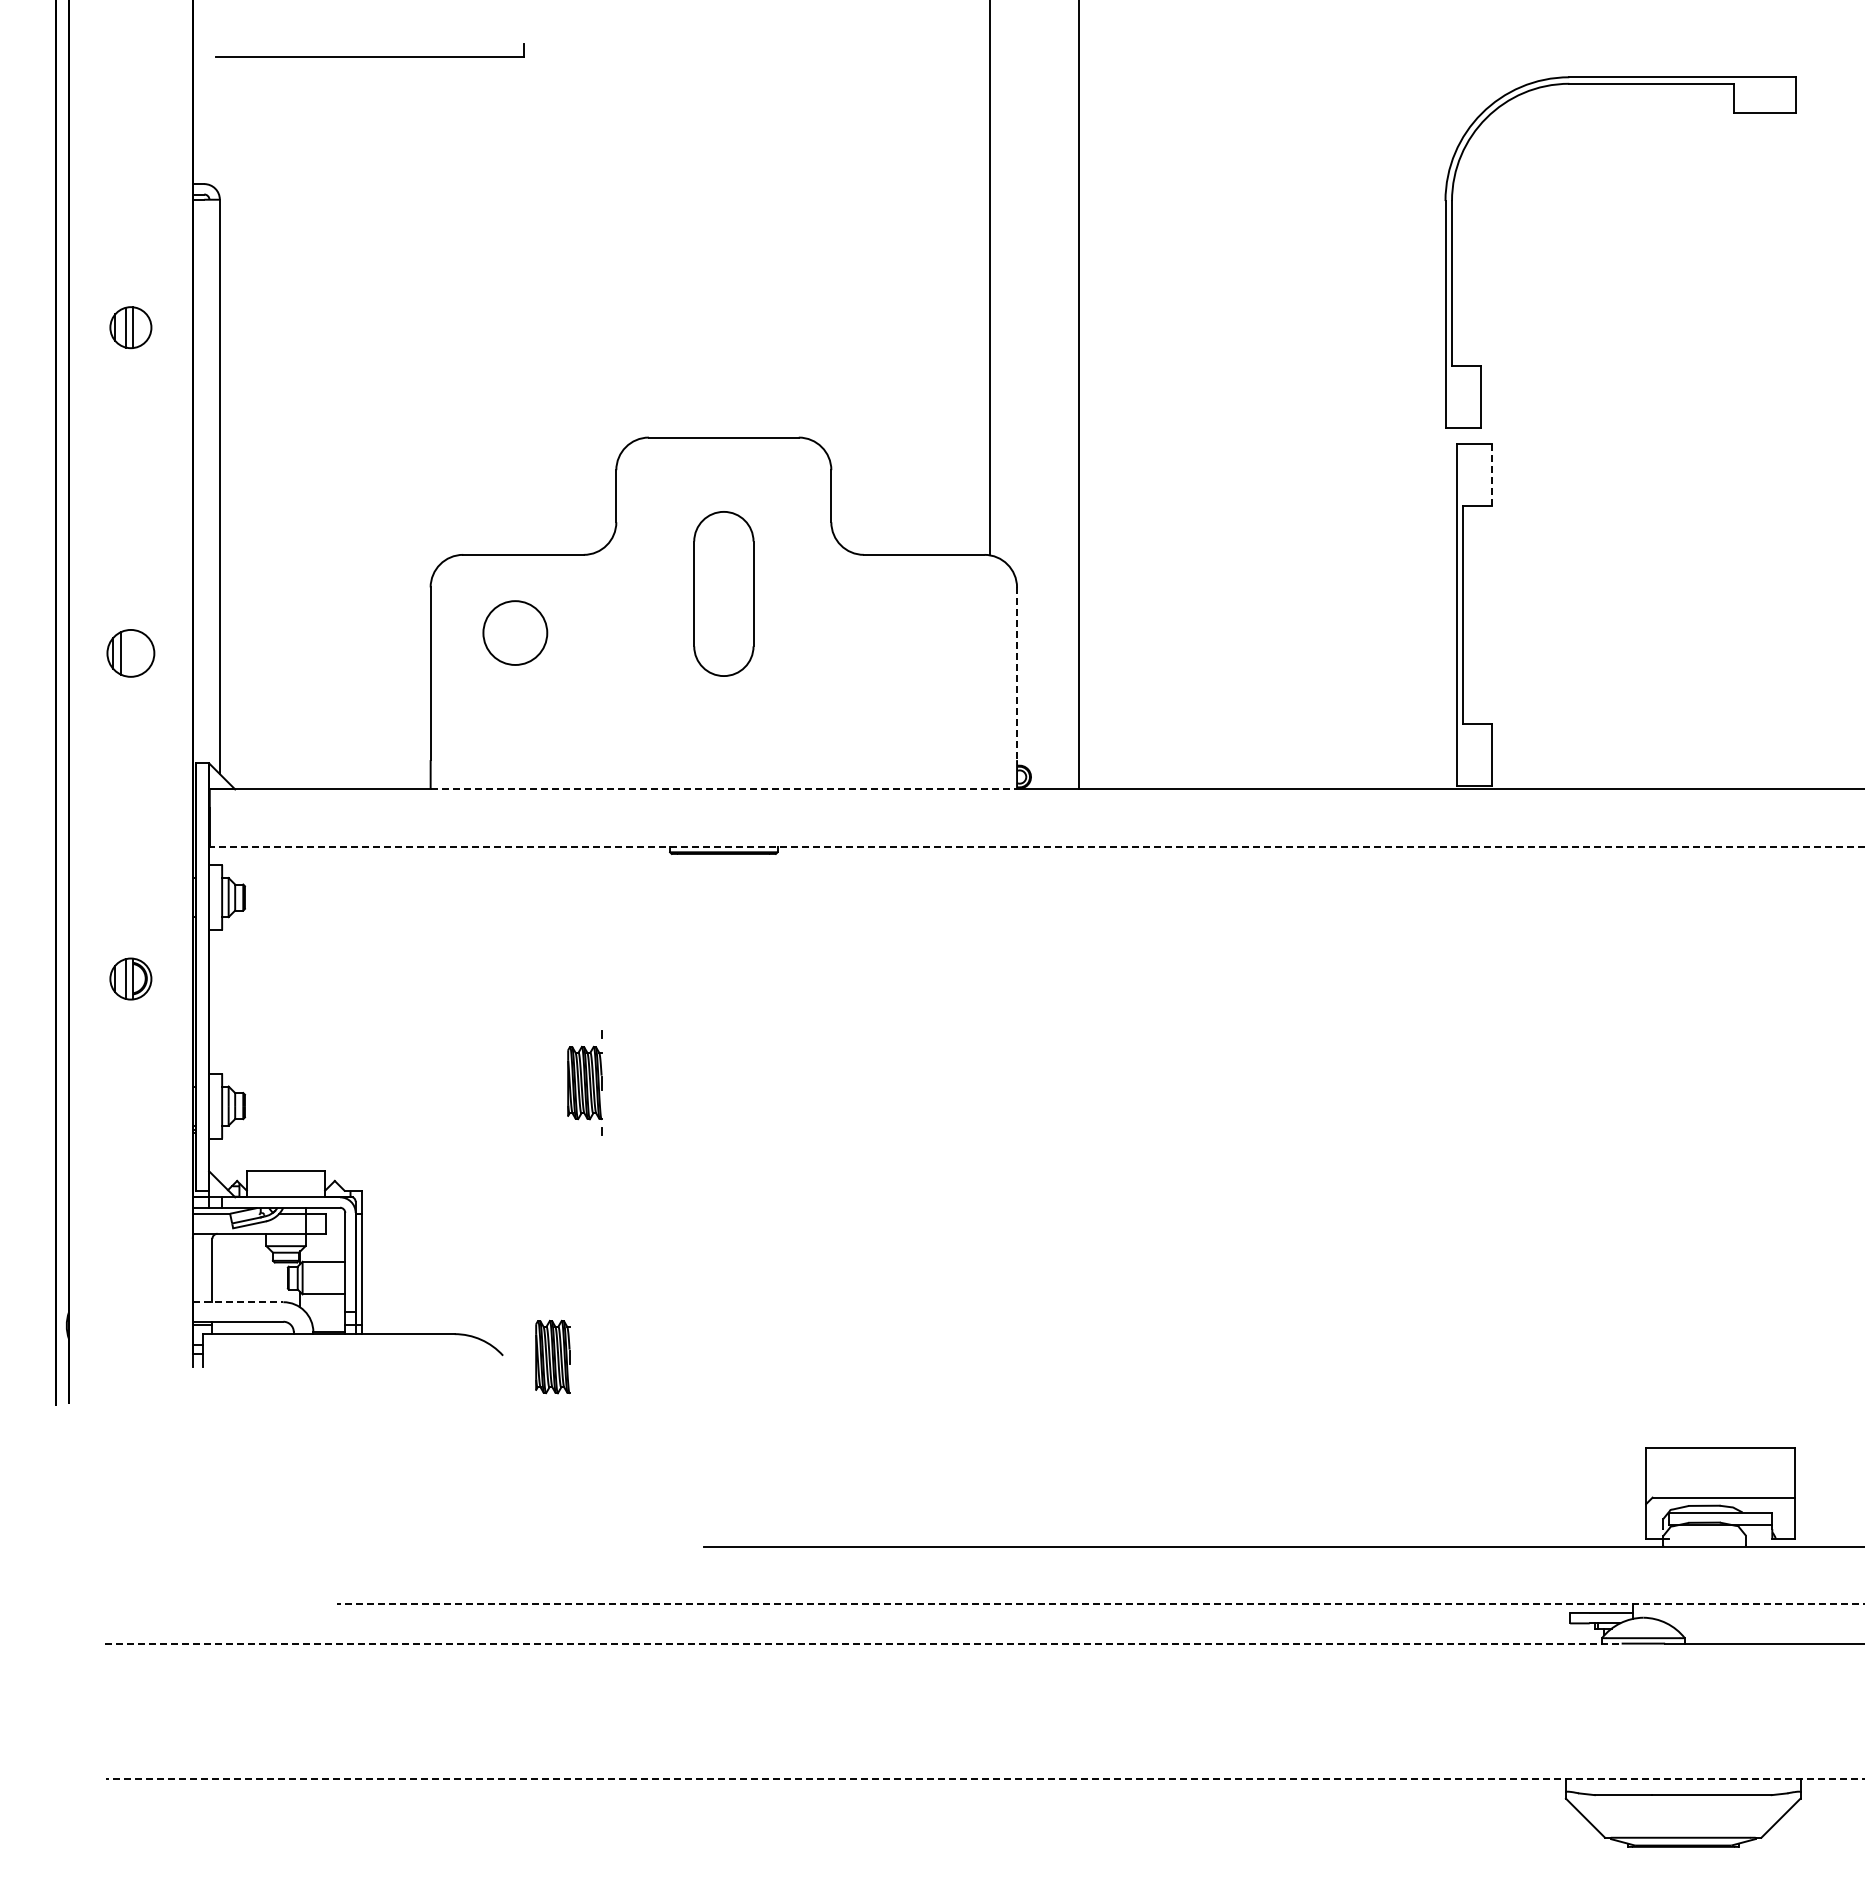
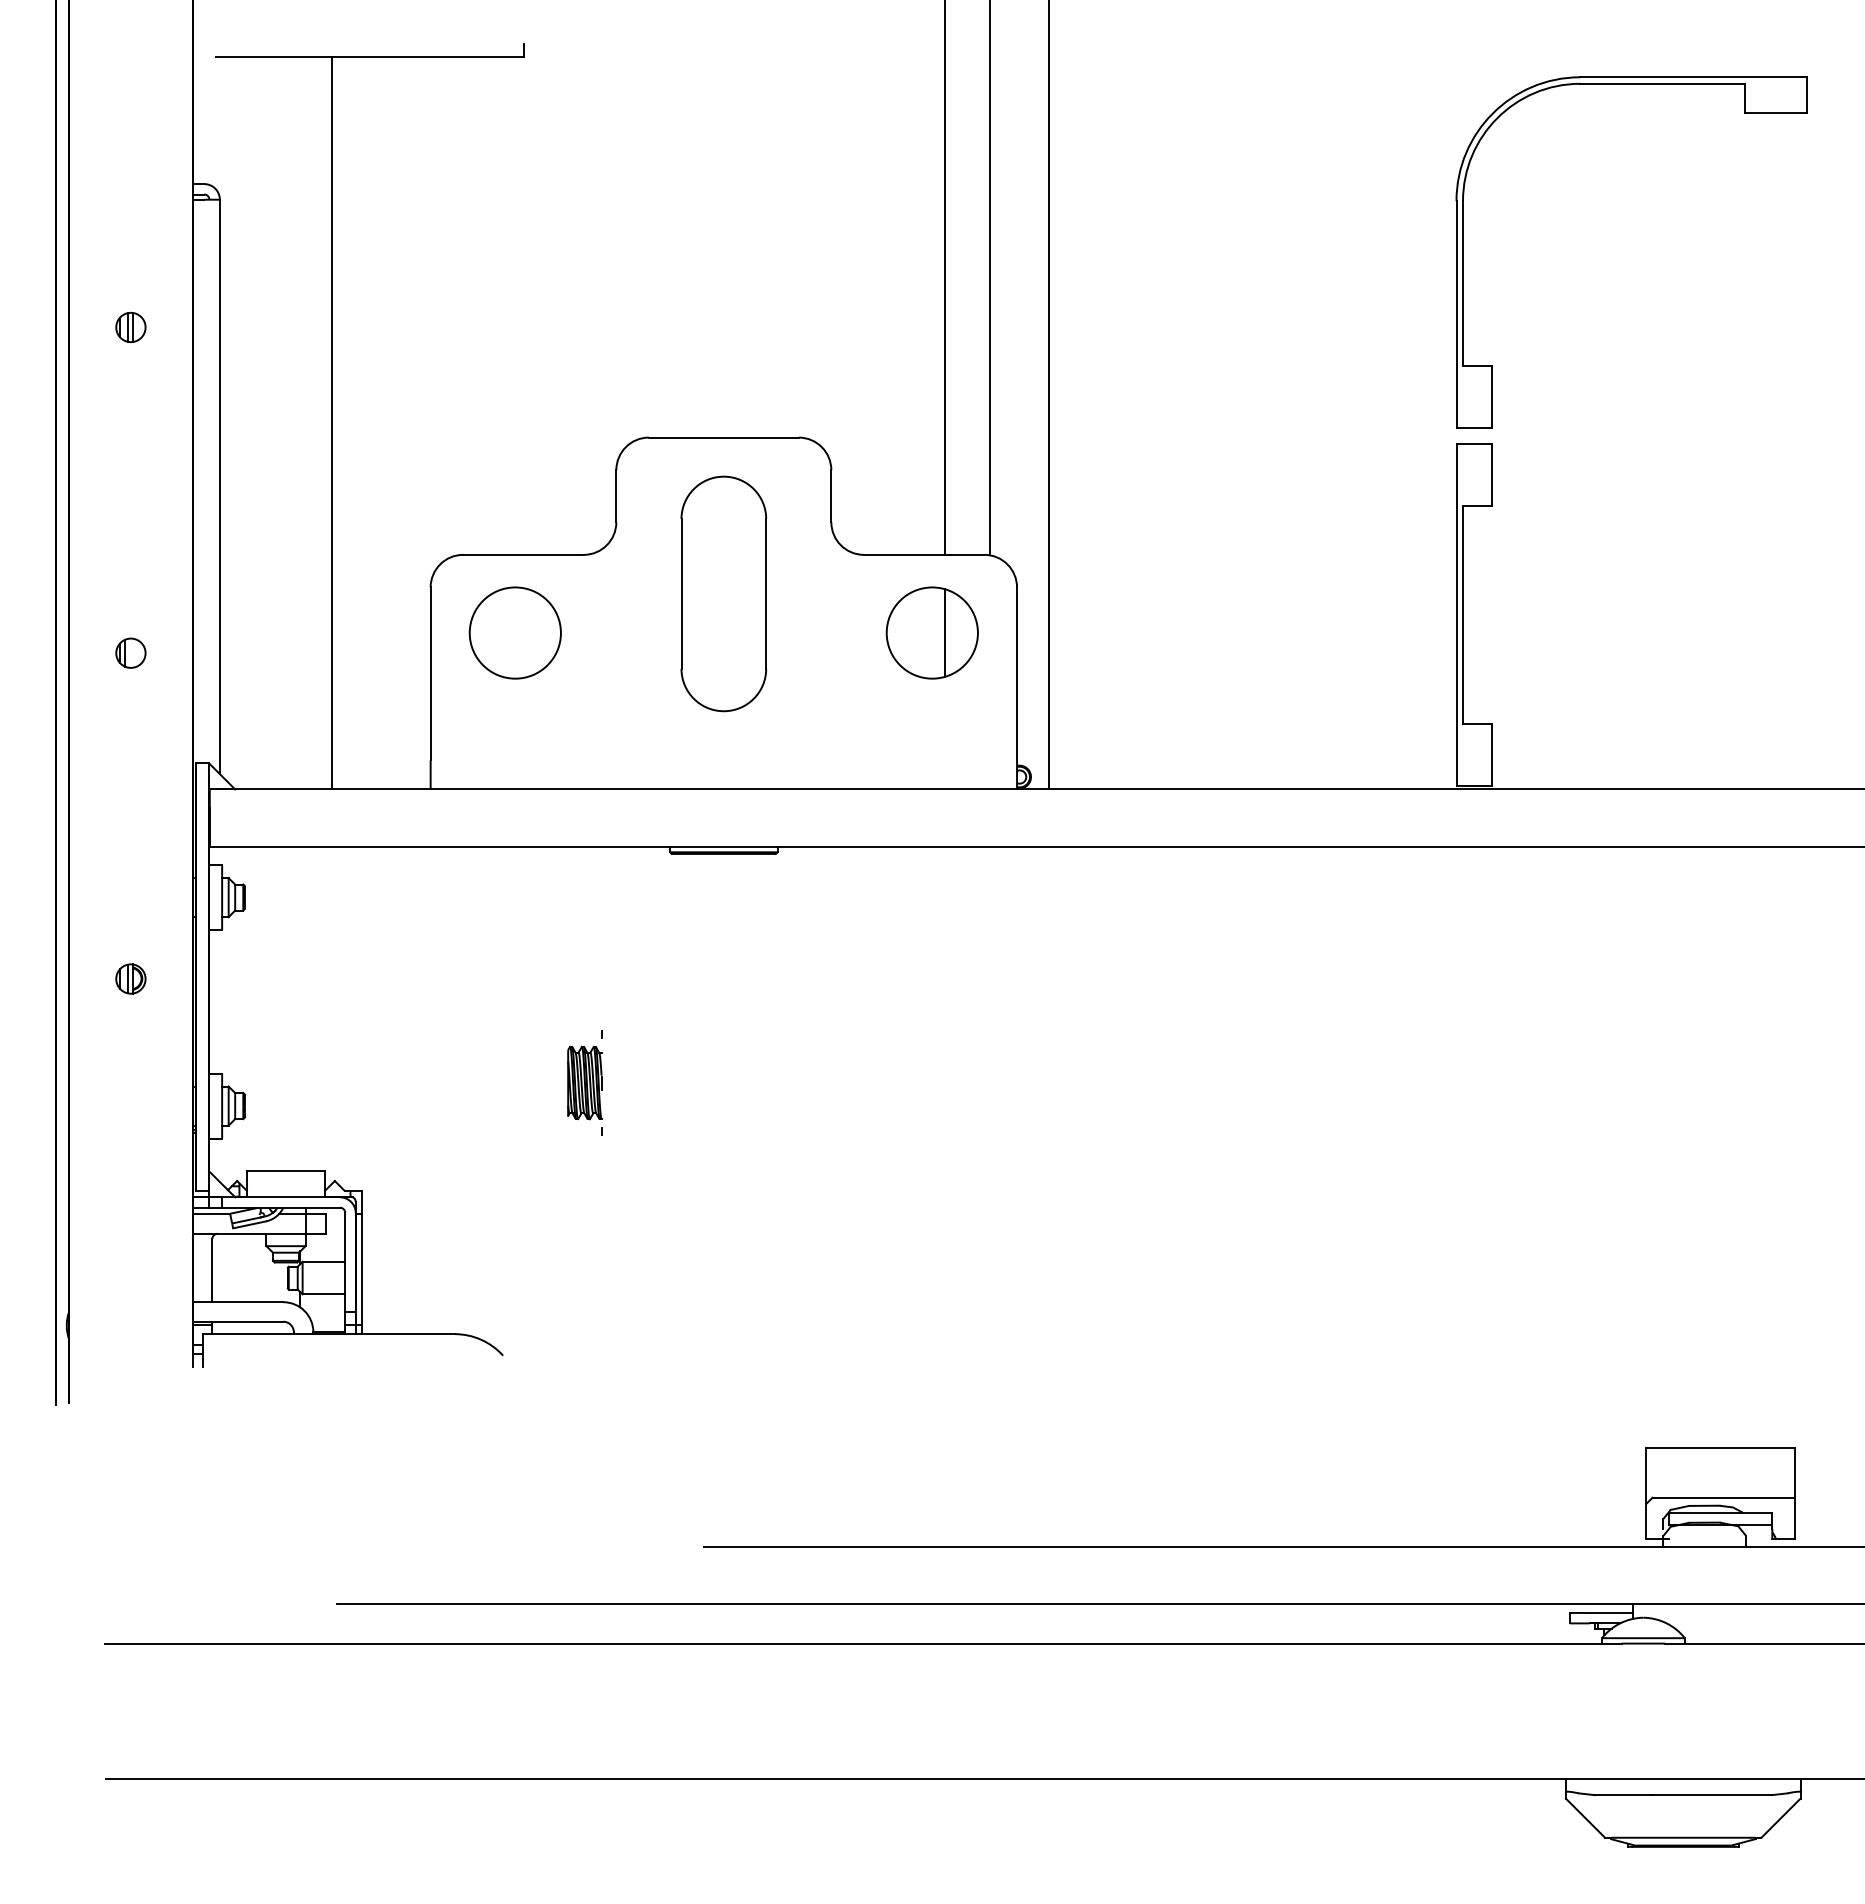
part at (1620, 84) position: (1620, 84) -> (1631, 84)
line at (944, 278): none -> present
part at (130, 327) size: 44x44 px -> 32x32 px
line at (1078, 395) position: (1078, 395) -> (1048, 395)
line at (332, 423): none -> present
line at (1492, 475): dashed -> solid
part at (723, 593) size: 62x166 px -> 88x238 px
circle at (515, 632) diameter: 64 px -> 91 px
part at (931, 632): none -> present
part at (130, 653) size: 50x49 px -> 32x32 px
line at (1017, 674): dashed -> solid
line at (724, 789): dashed -> solid
line at (1036, 846): dashed -> solid
part at (130, 978) size: 44x44 px -> 32x32 px
line at (238, 1302): dashed -> solid
part at (552, 1356): present -> none
line at (1100, 1603): dashed -> solid
line at (863, 1643): dashed -> solid
line at (985, 1779): dashed -> solid
